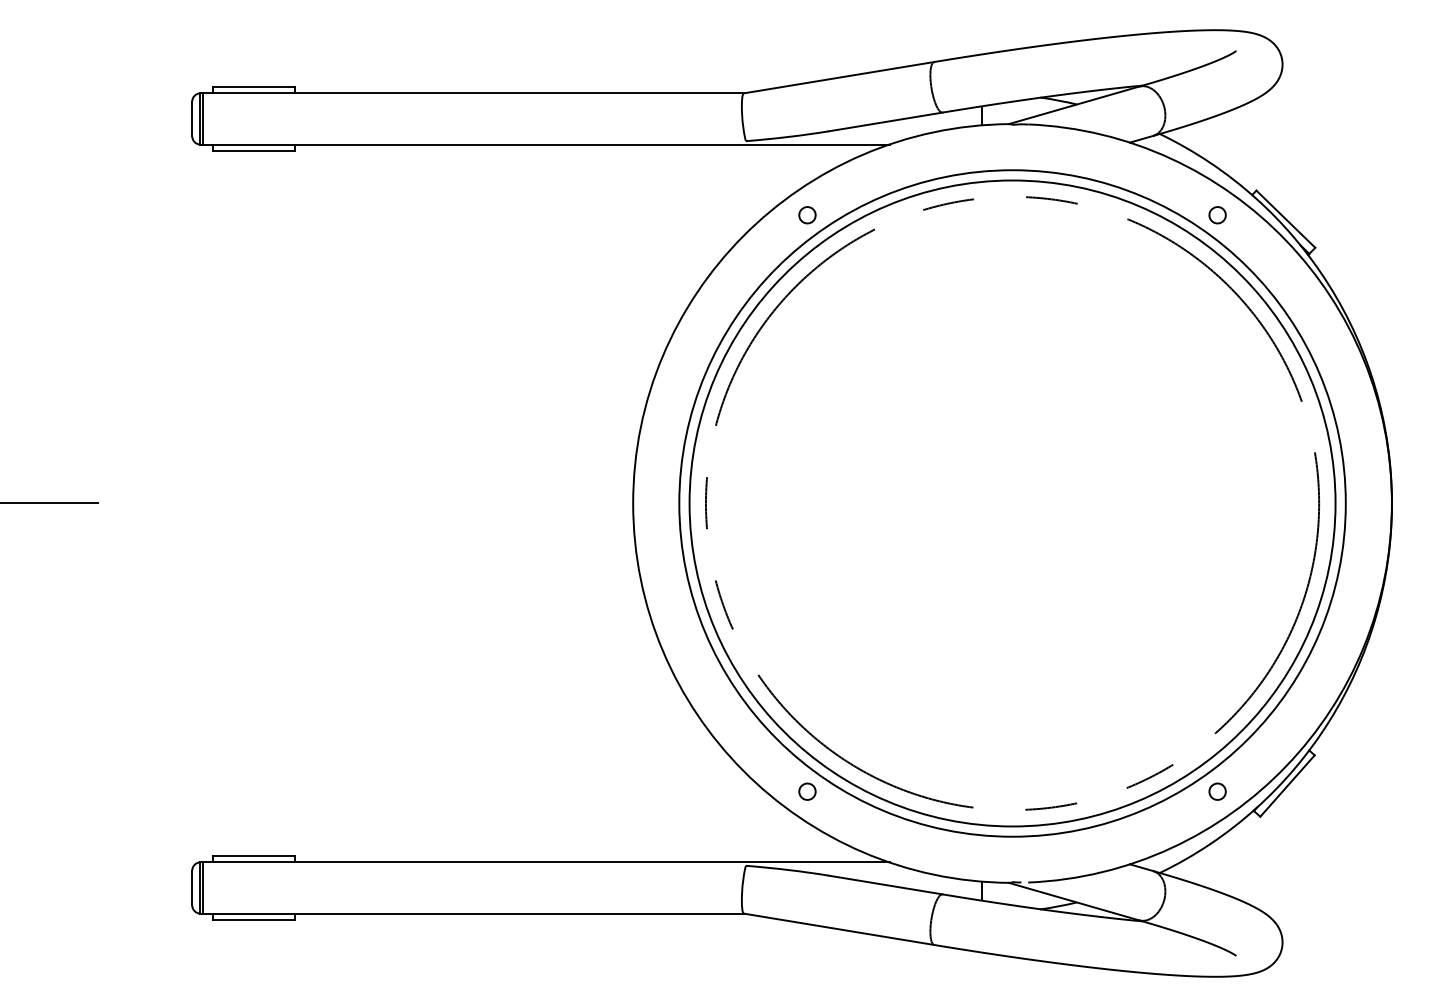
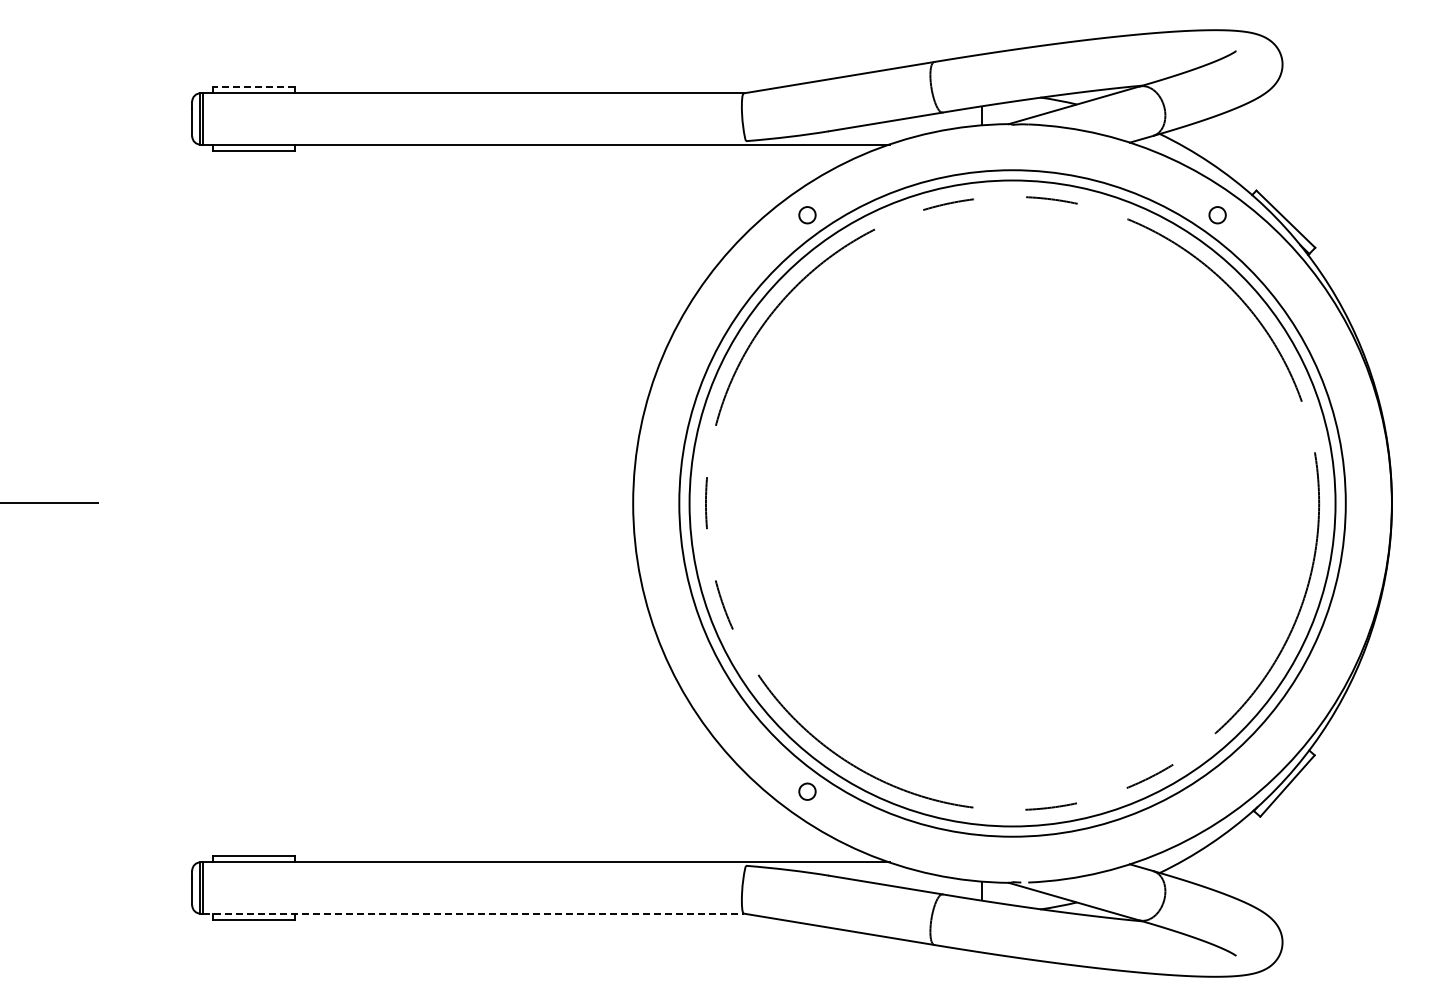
line at (253, 87): solid -> dashed
part at (1217, 791): present -> none
line at (473, 913): solid -> dashed
